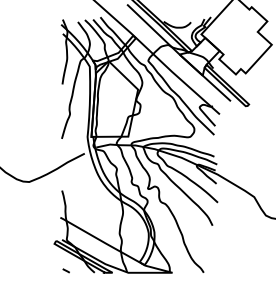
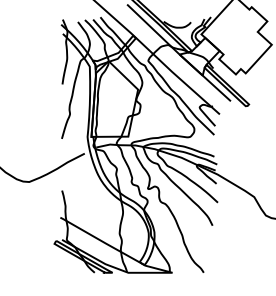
line at (65, 270): present -> none
